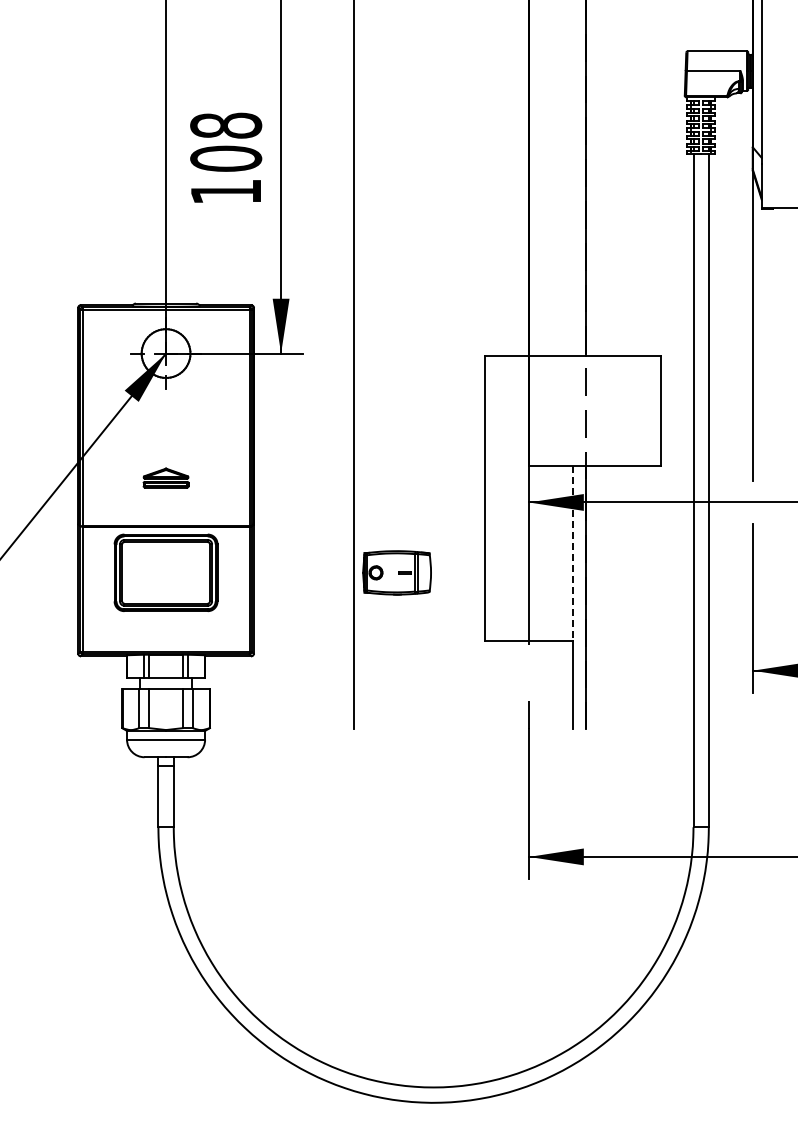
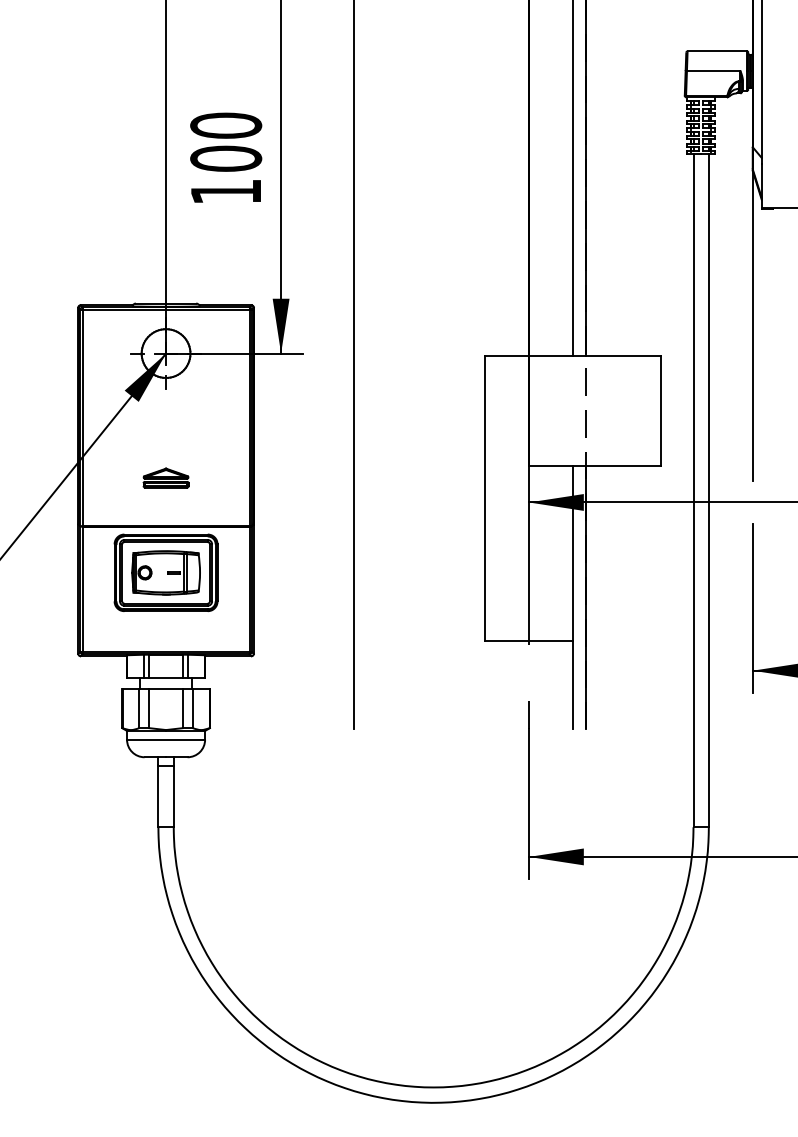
text at (225, 125): 108 -> 100
line at (572, 178): none -> present
line at (572, 553): dashed -> solid
part at (396, 572) position: (396, 572) -> (165, 572)
